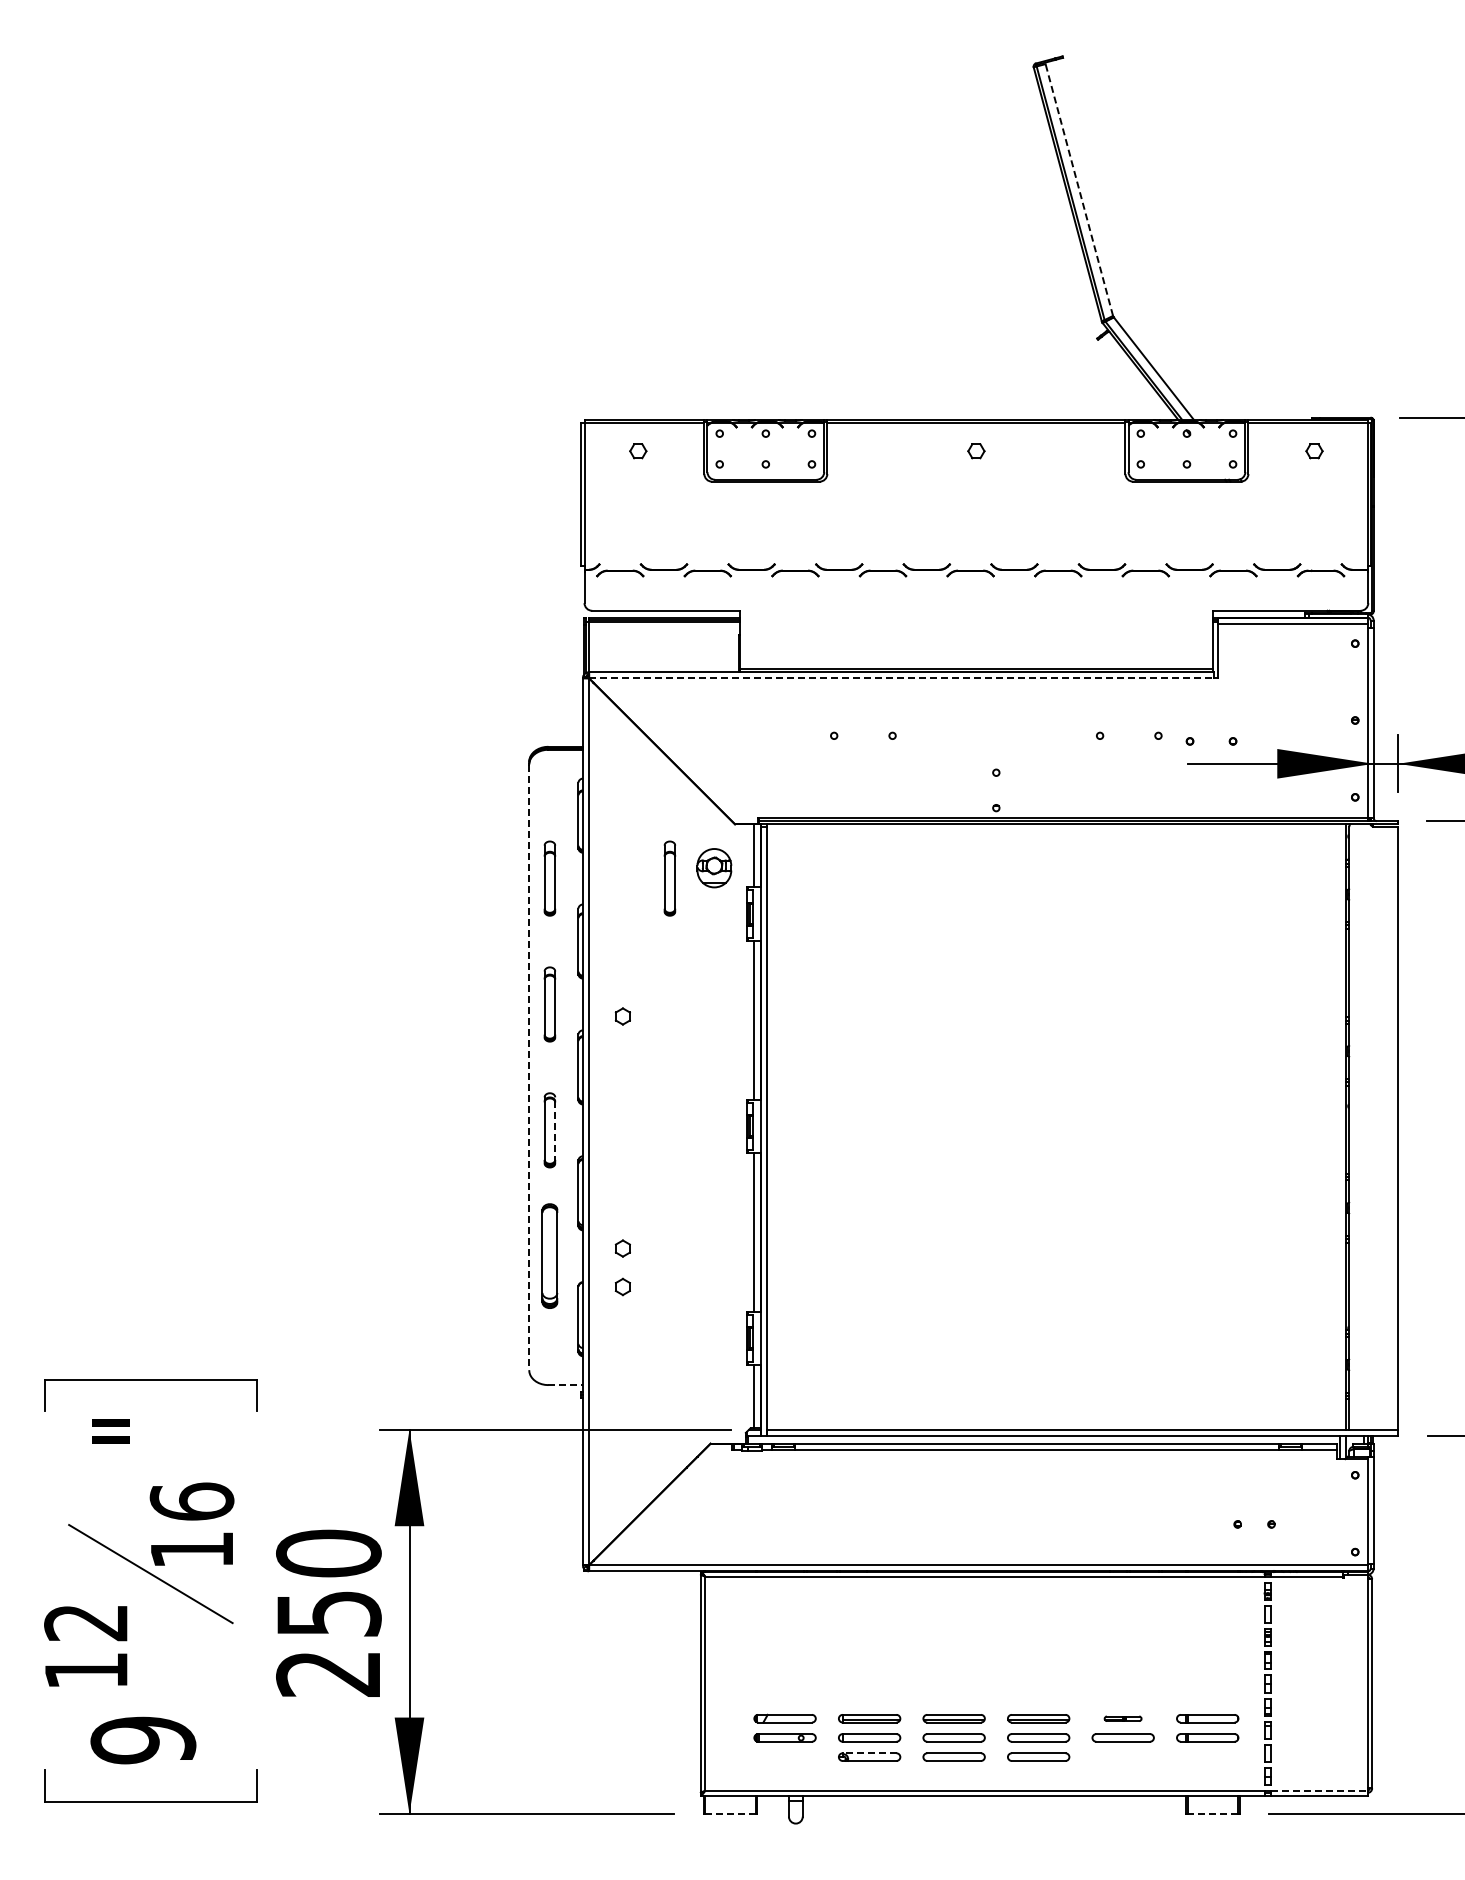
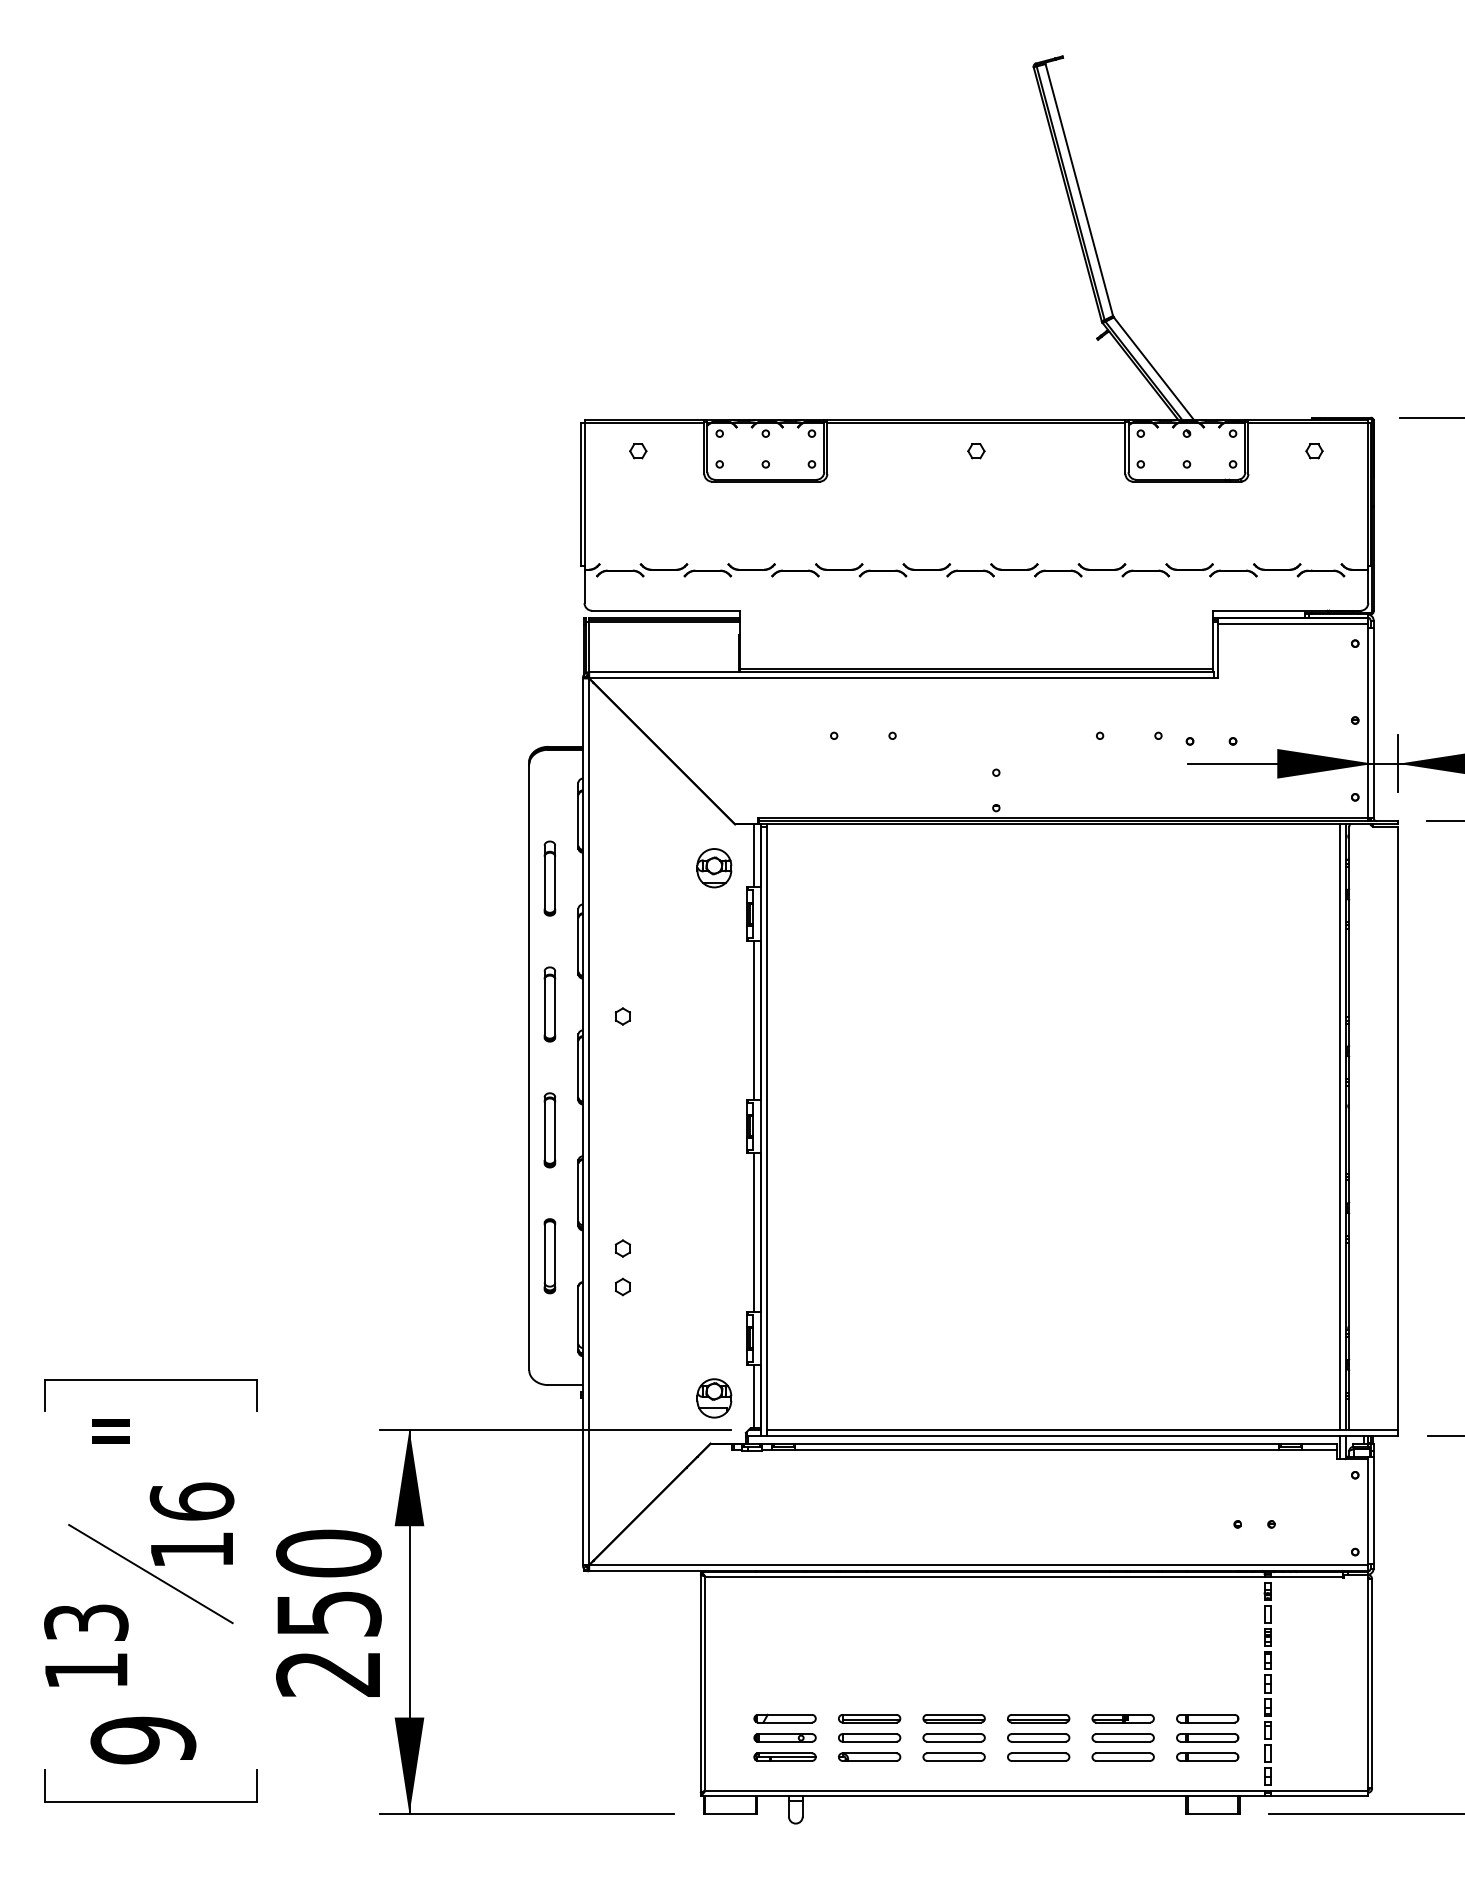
line at (1079, 189): dashed -> solid
line at (902, 678): dashed -> solid
part at (669, 878): present -> none
line at (529, 1067): dashed -> solid
line at (1339, 1126): none -> present
line at (555, 1130): dashed -> solid
part at (549, 1255) size: 18x106 px -> 14x77 px
line at (566, 1385): dashed -> solid
part at (714, 1398): none -> present
text at (86, 1622): 12 -> 13
part at (1122, 1718) size: 40x7 px -> 64x10 px
line at (869, 1753): dashed -> solid
part at (784, 1756): none -> present
part at (1122, 1756): none -> present
part at (1207, 1756): none -> present
line at (1319, 1790): dashed -> solid
line at (730, 1813): dashed -> solid
line at (1212, 1813): dashed -> solid
